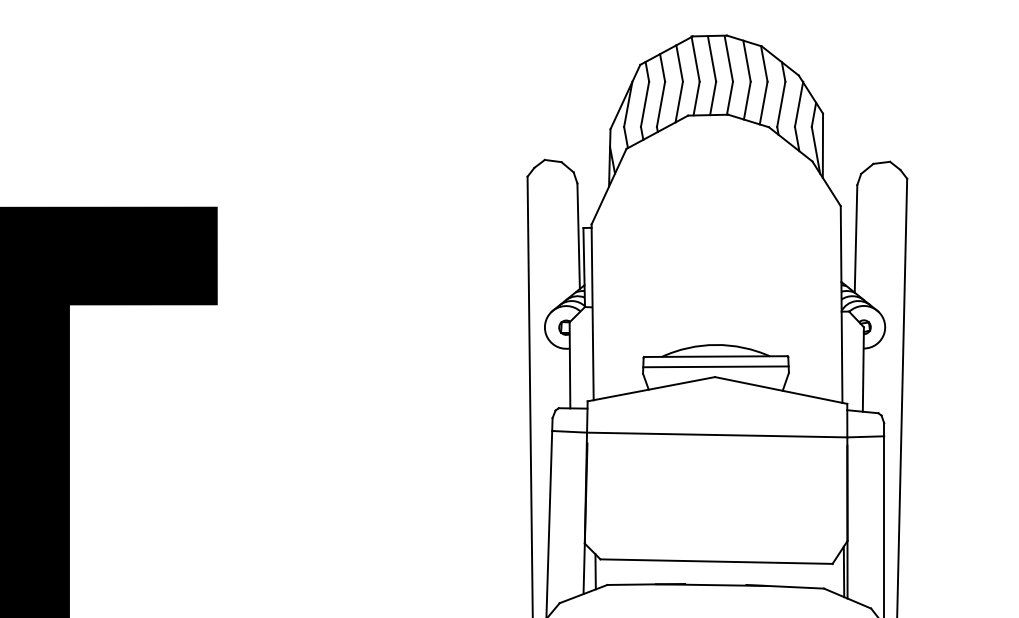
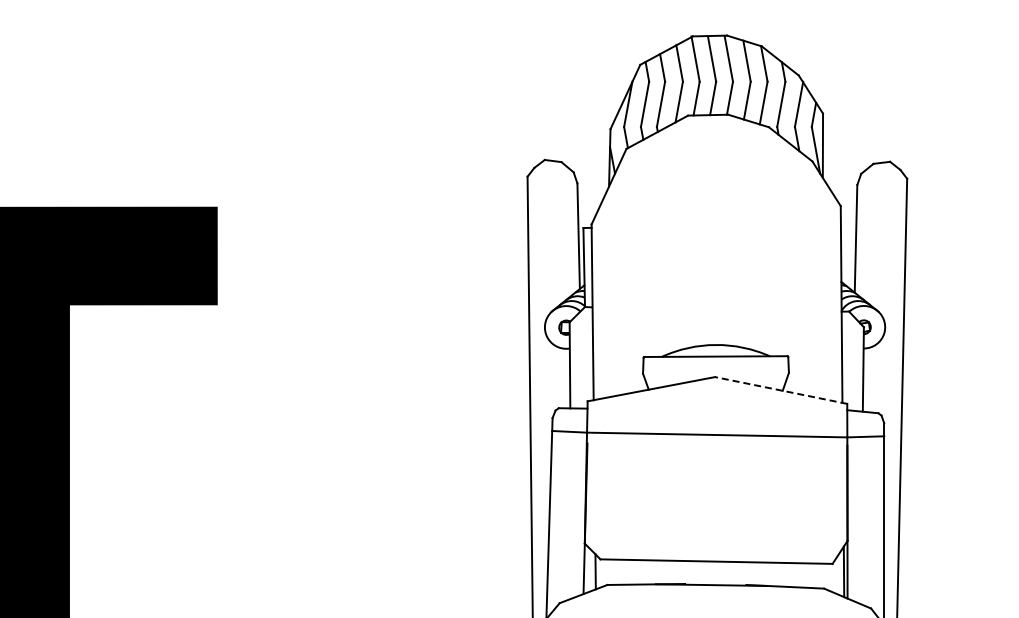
line at (715, 366): present -> none
line at (780, 390): solid -> dashed
